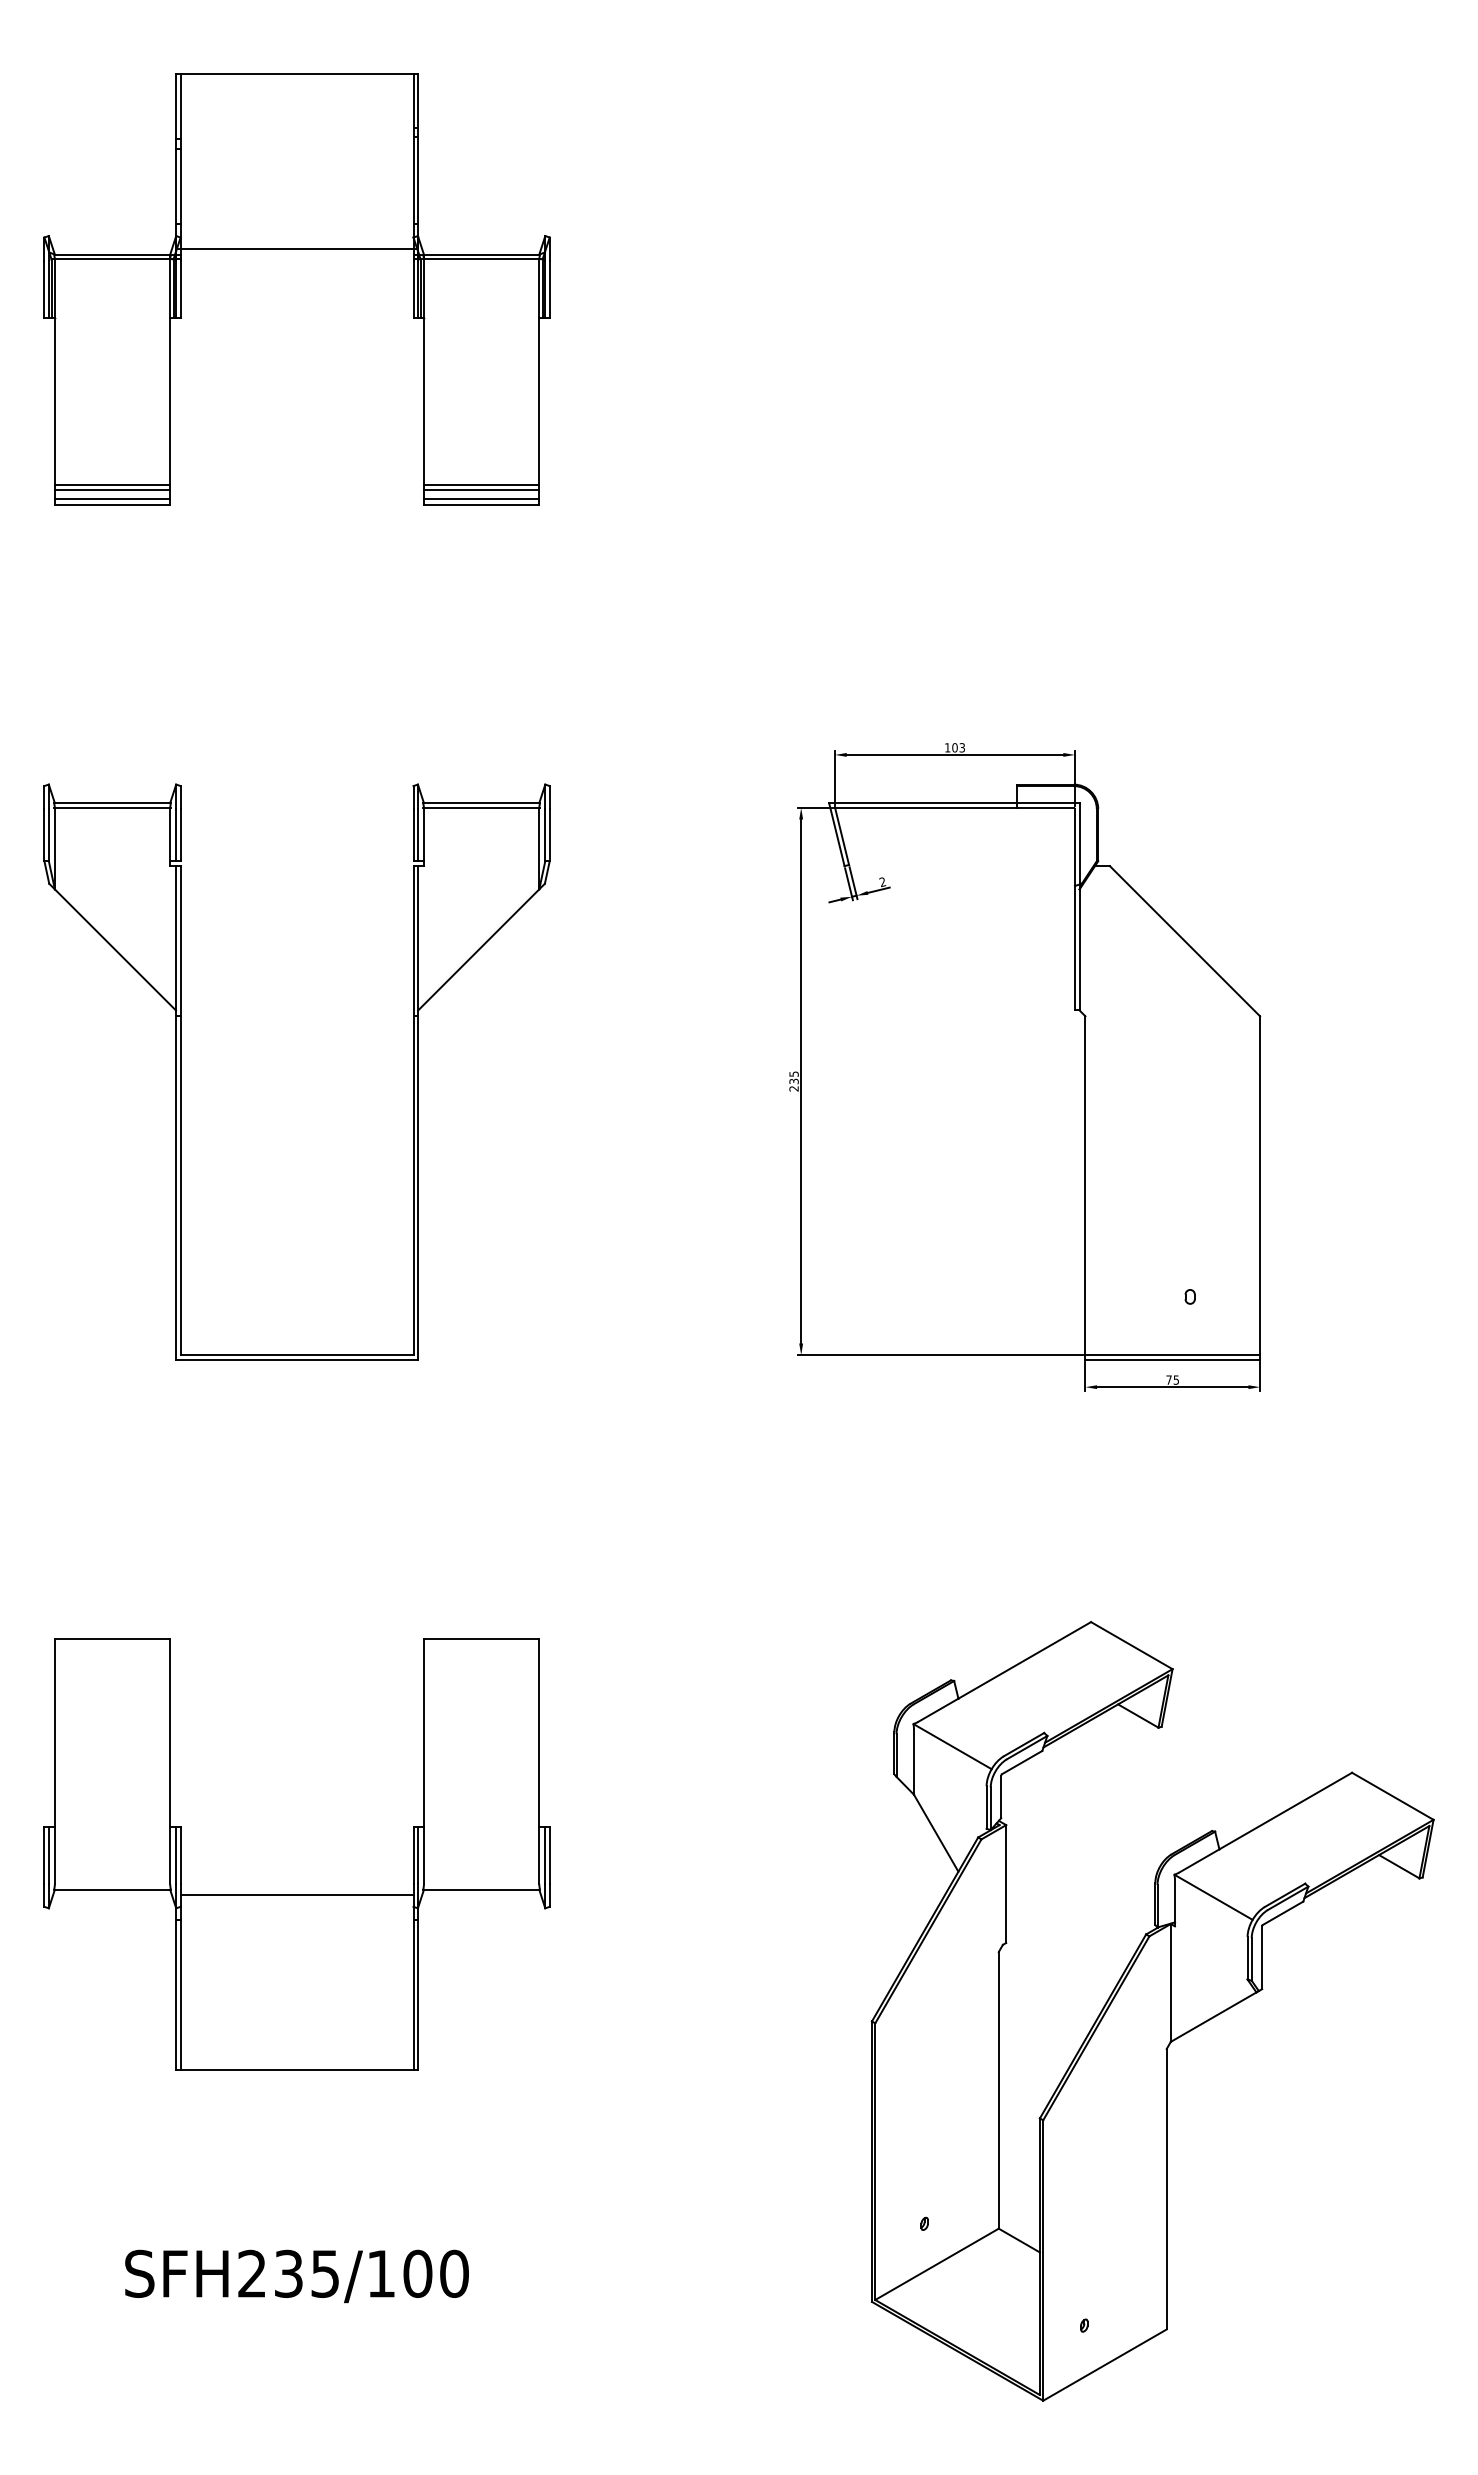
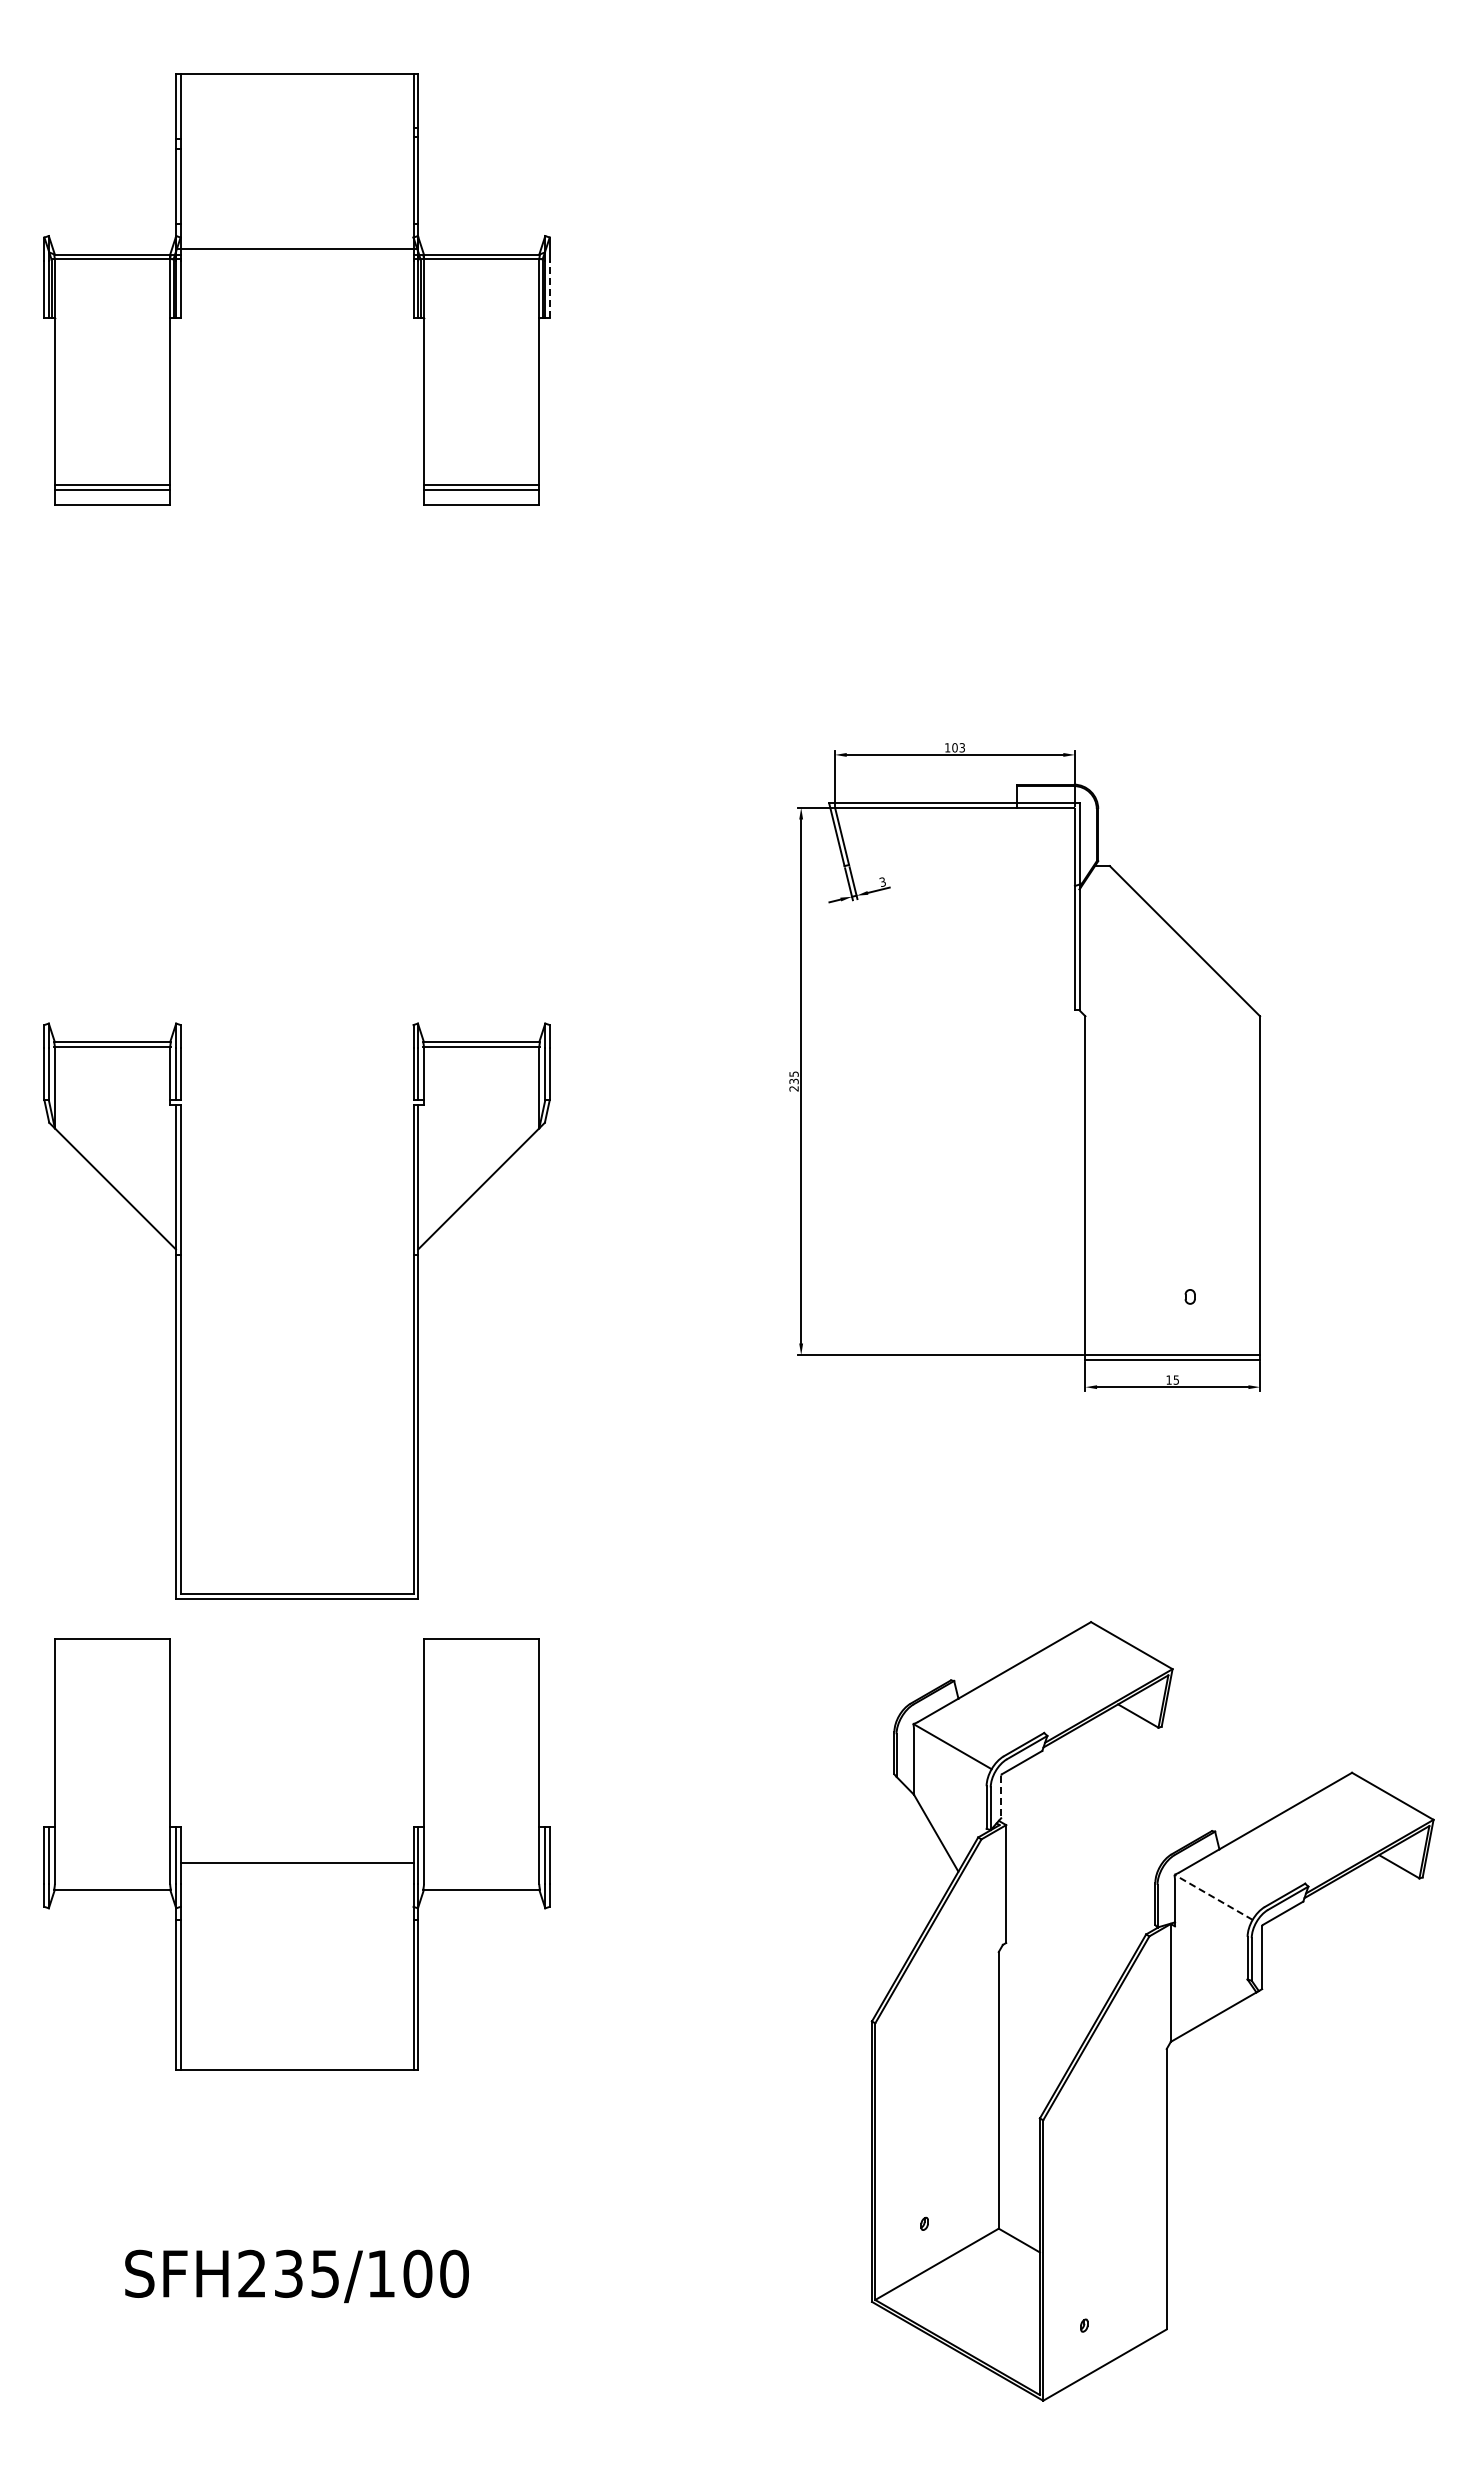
line at (549, 289): solid -> dashed
line at (112, 499): present -> none
line at (481, 499): present -> none
text at (882, 882): 2 -> 3
part at (181, 1071) position: (181, 1071) -> (181, 1310)
text at (1168, 1379): 75 -> 15
line at (1001, 1797): solid -> dashed
line at (296, 1895) position: (296, 1895) -> (296, 1863)
line at (1213, 1897): solid -> dashed
